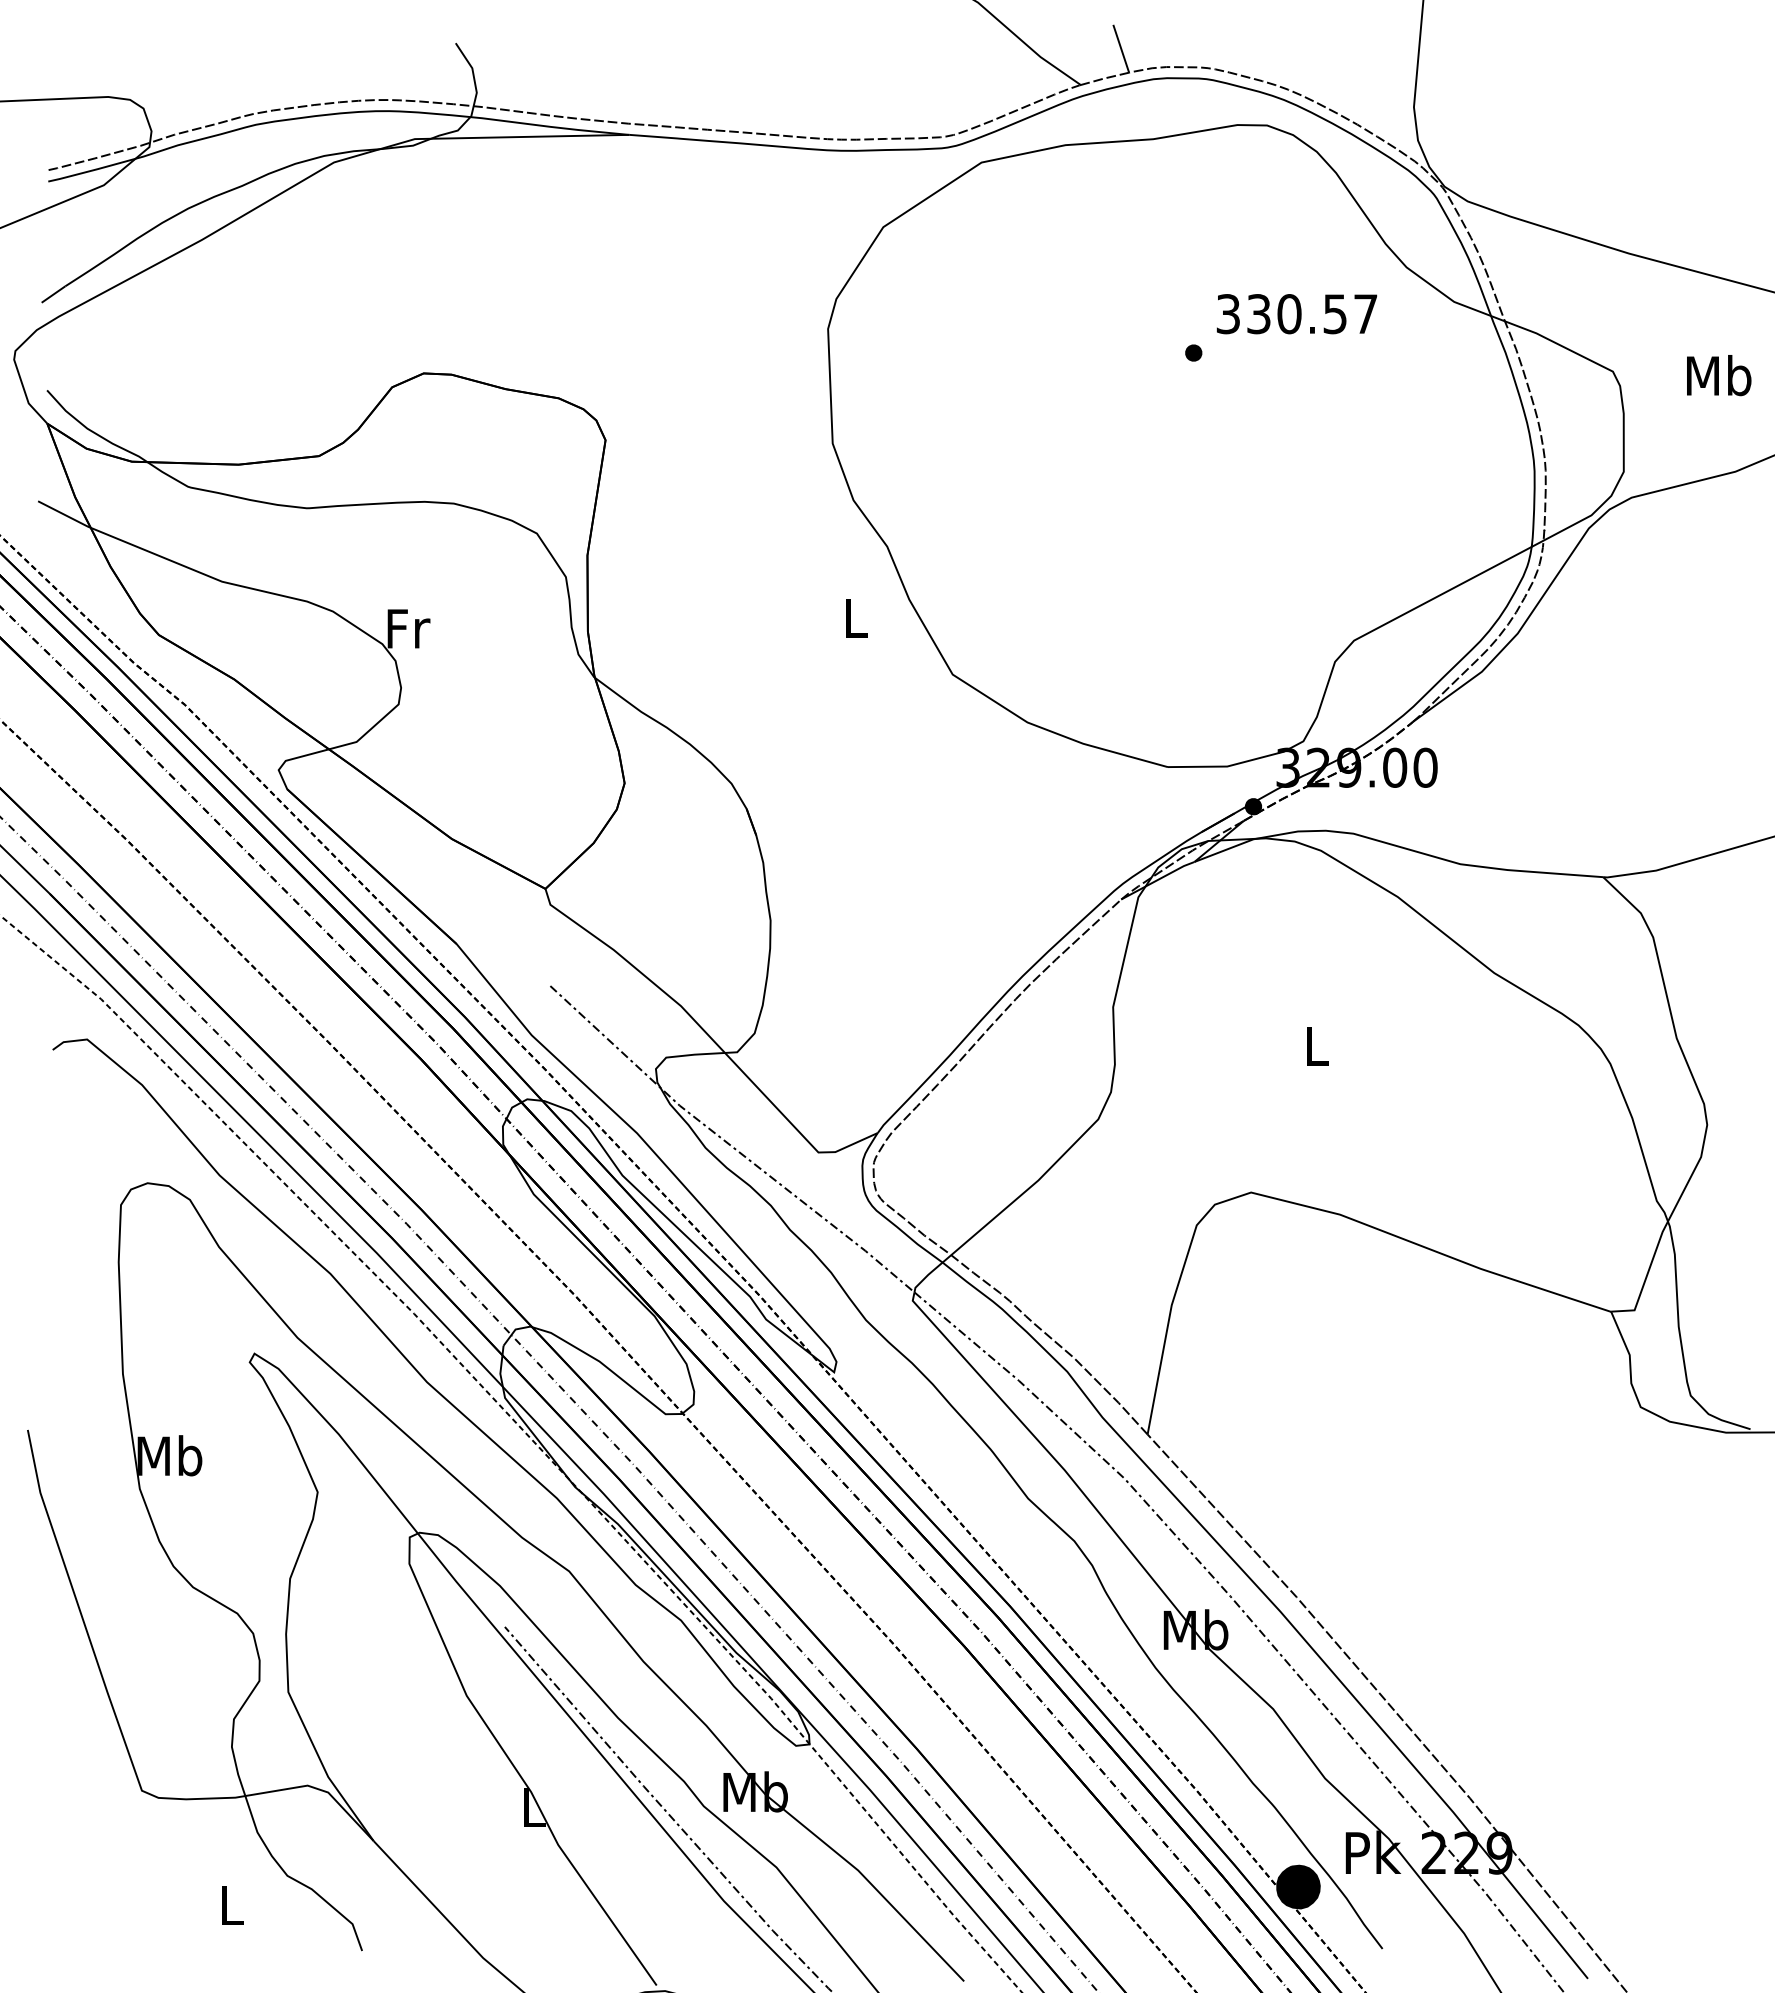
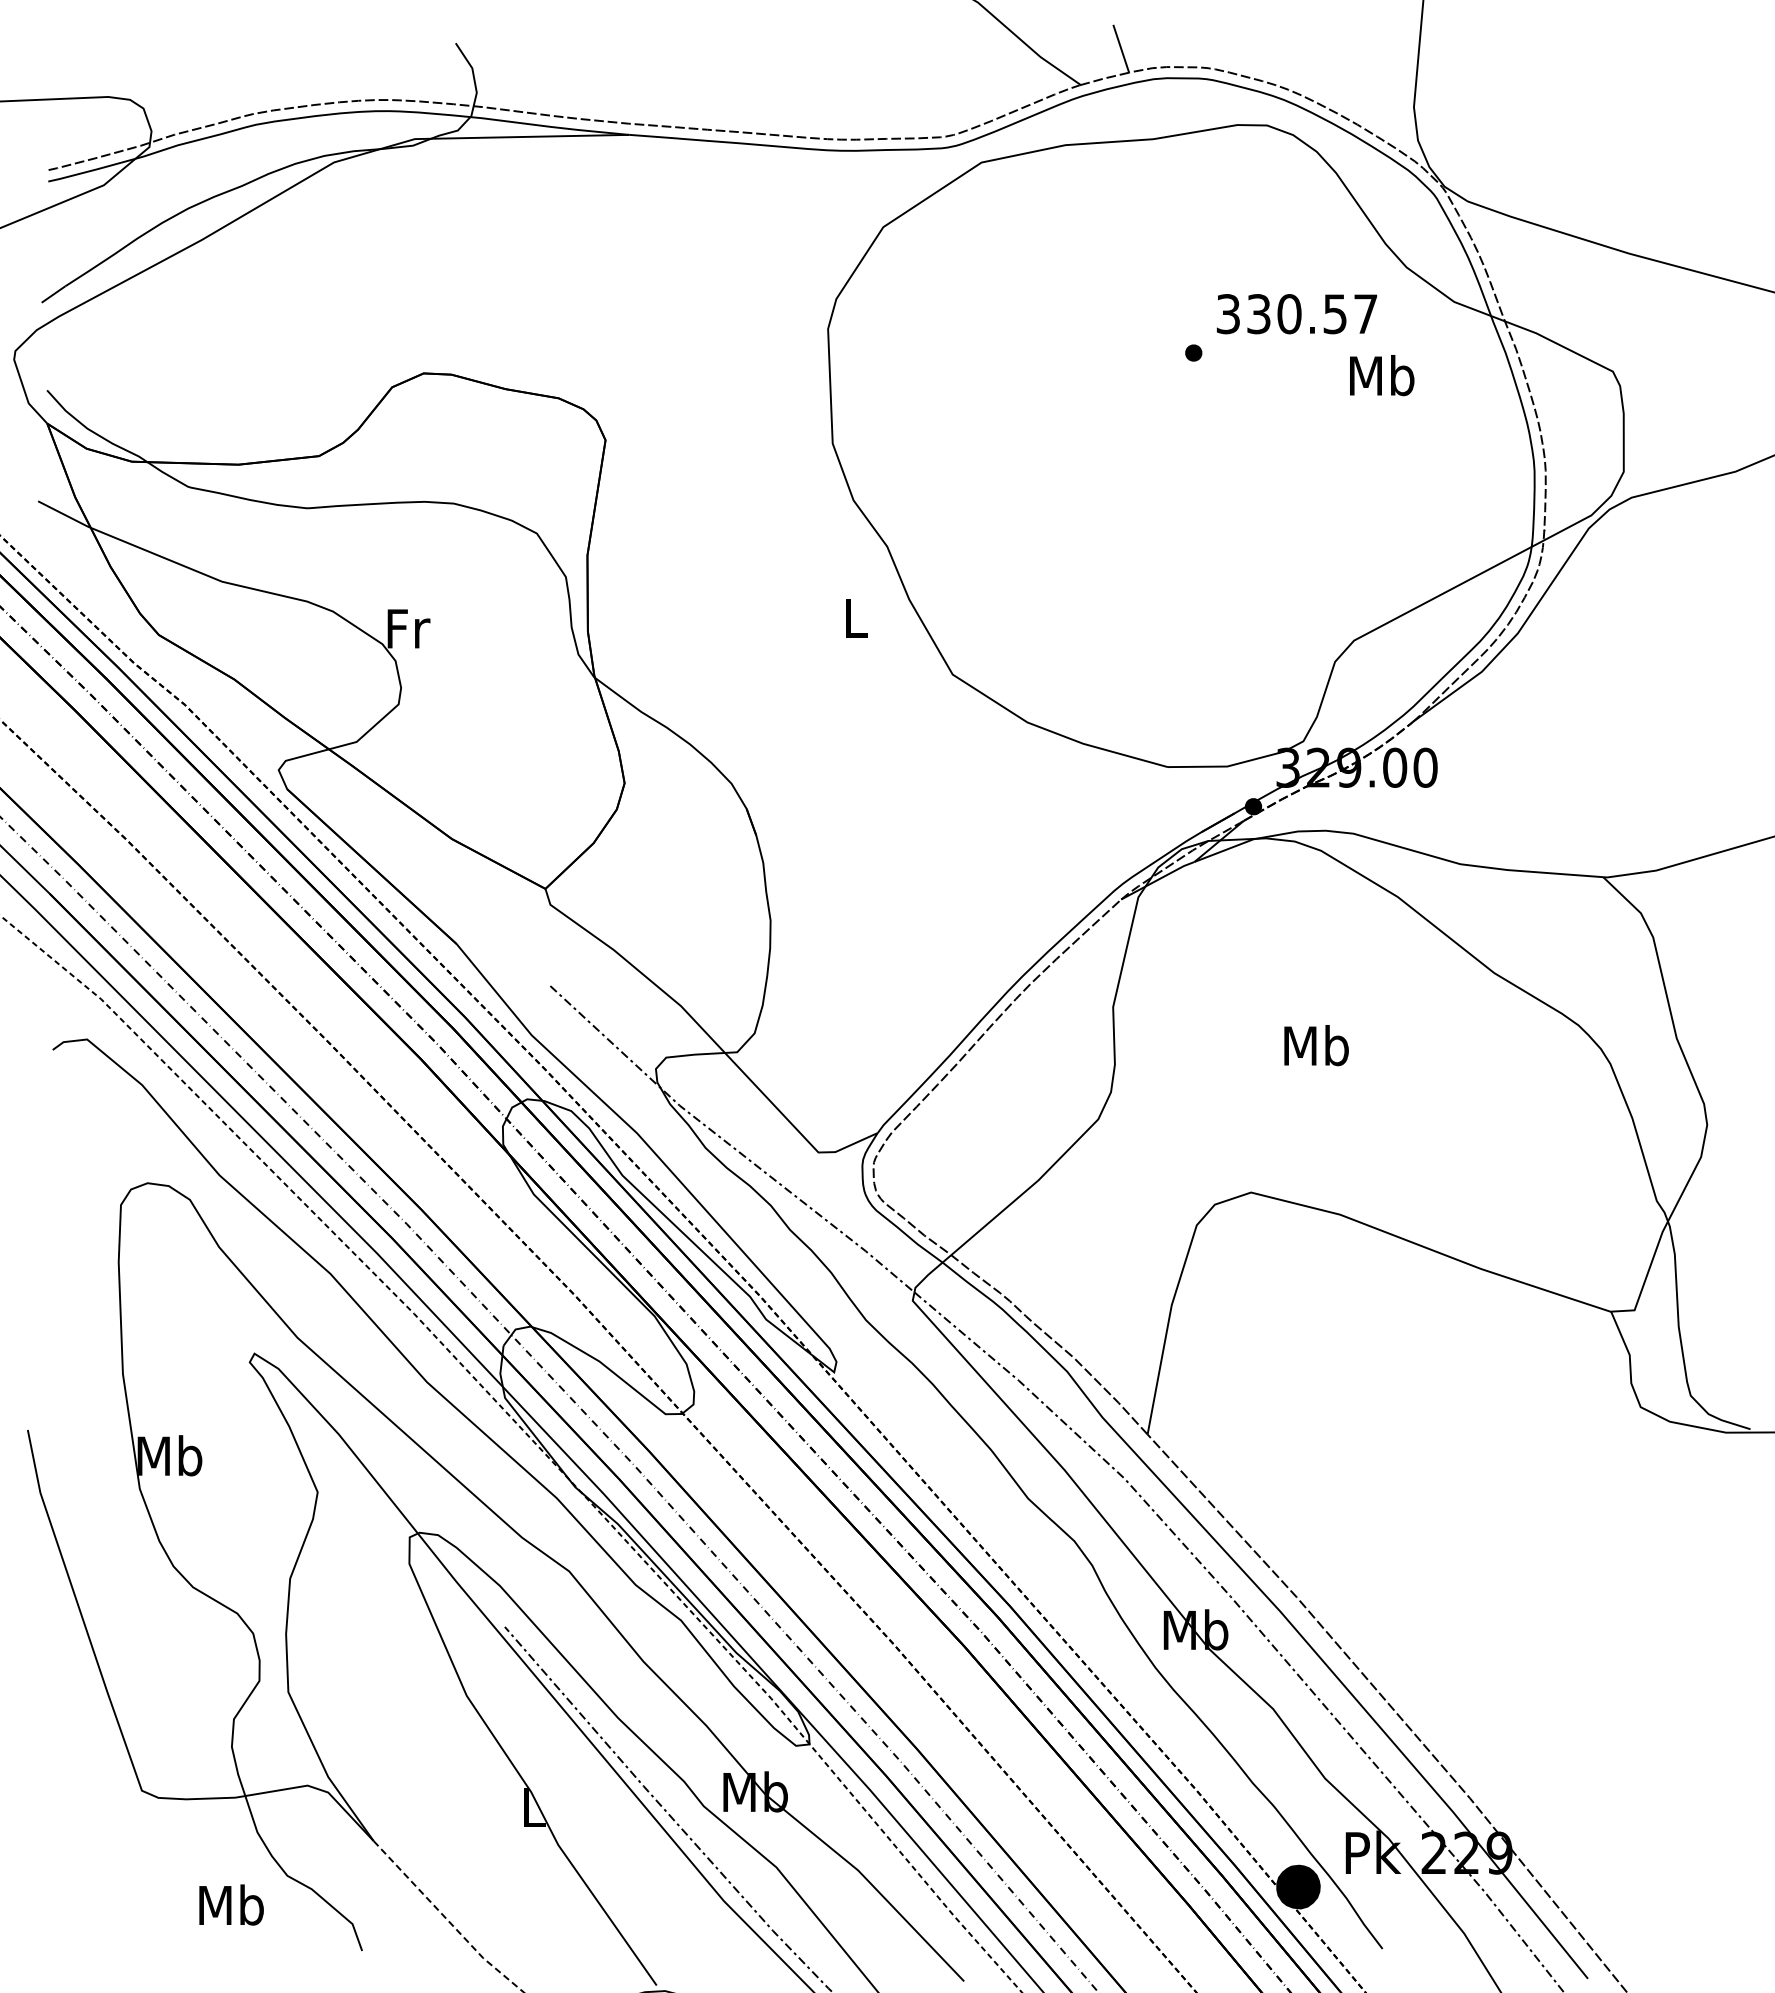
text at (1719, 375) position: (1719, 375) -> (1382, 375)
text at (1316, 1045): L -> Mb
text at (231, 1904): L -> Mb
line at (447, 1919): solid -> dashed
